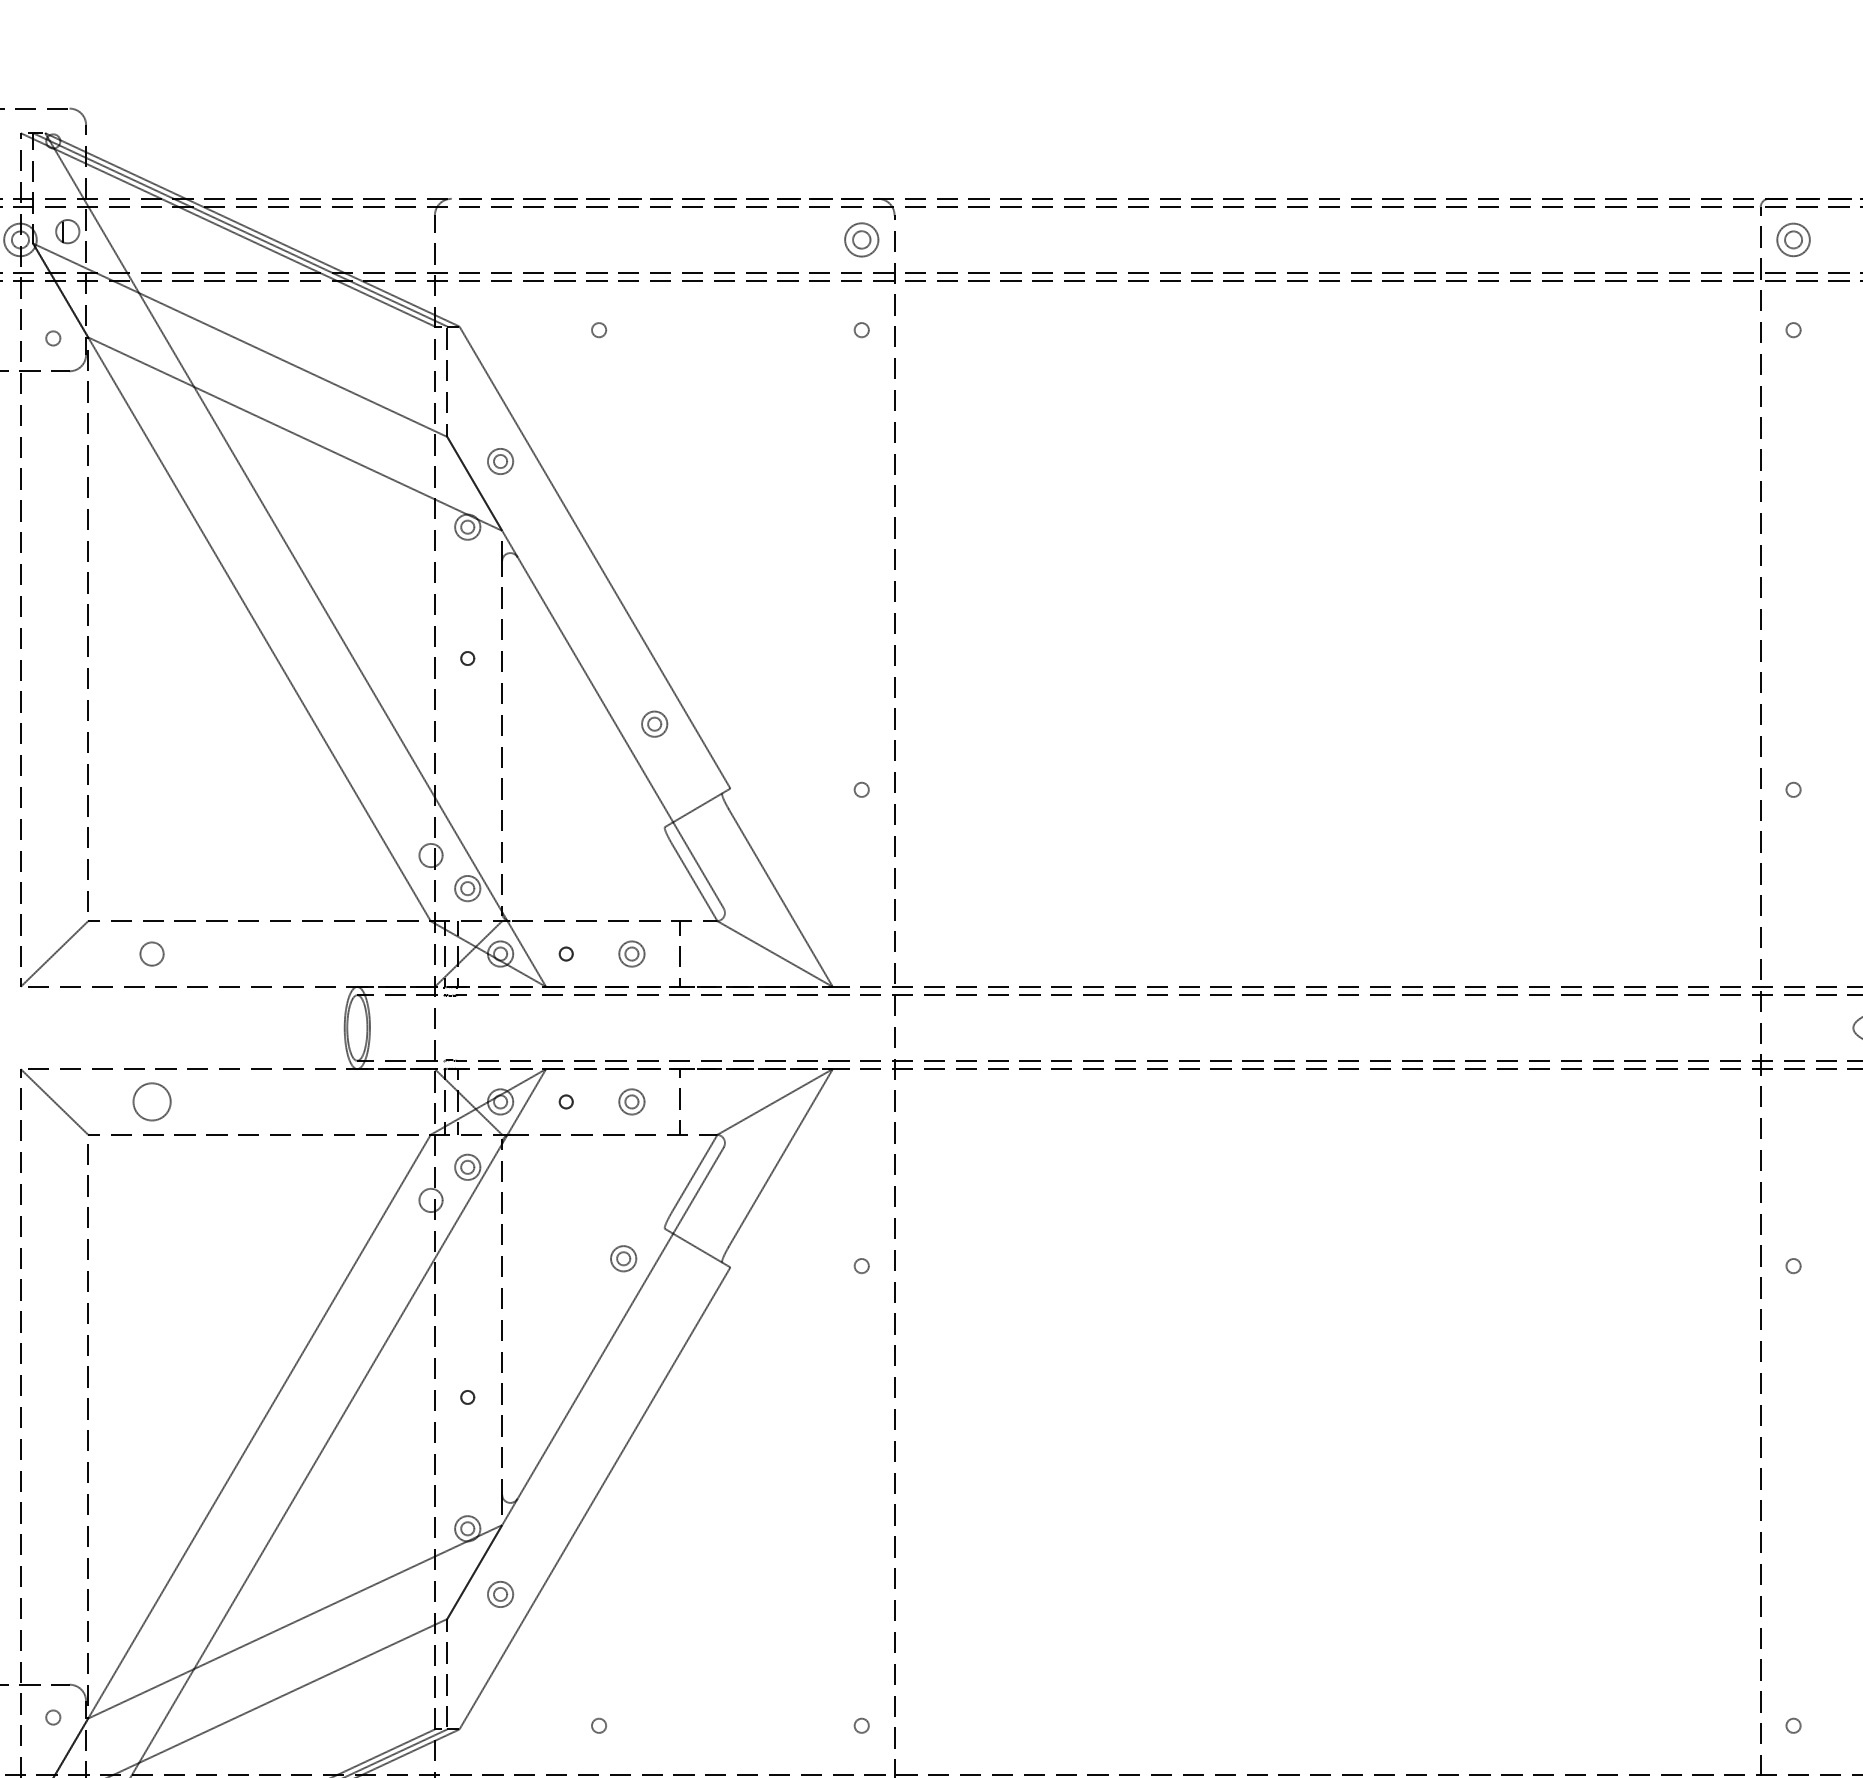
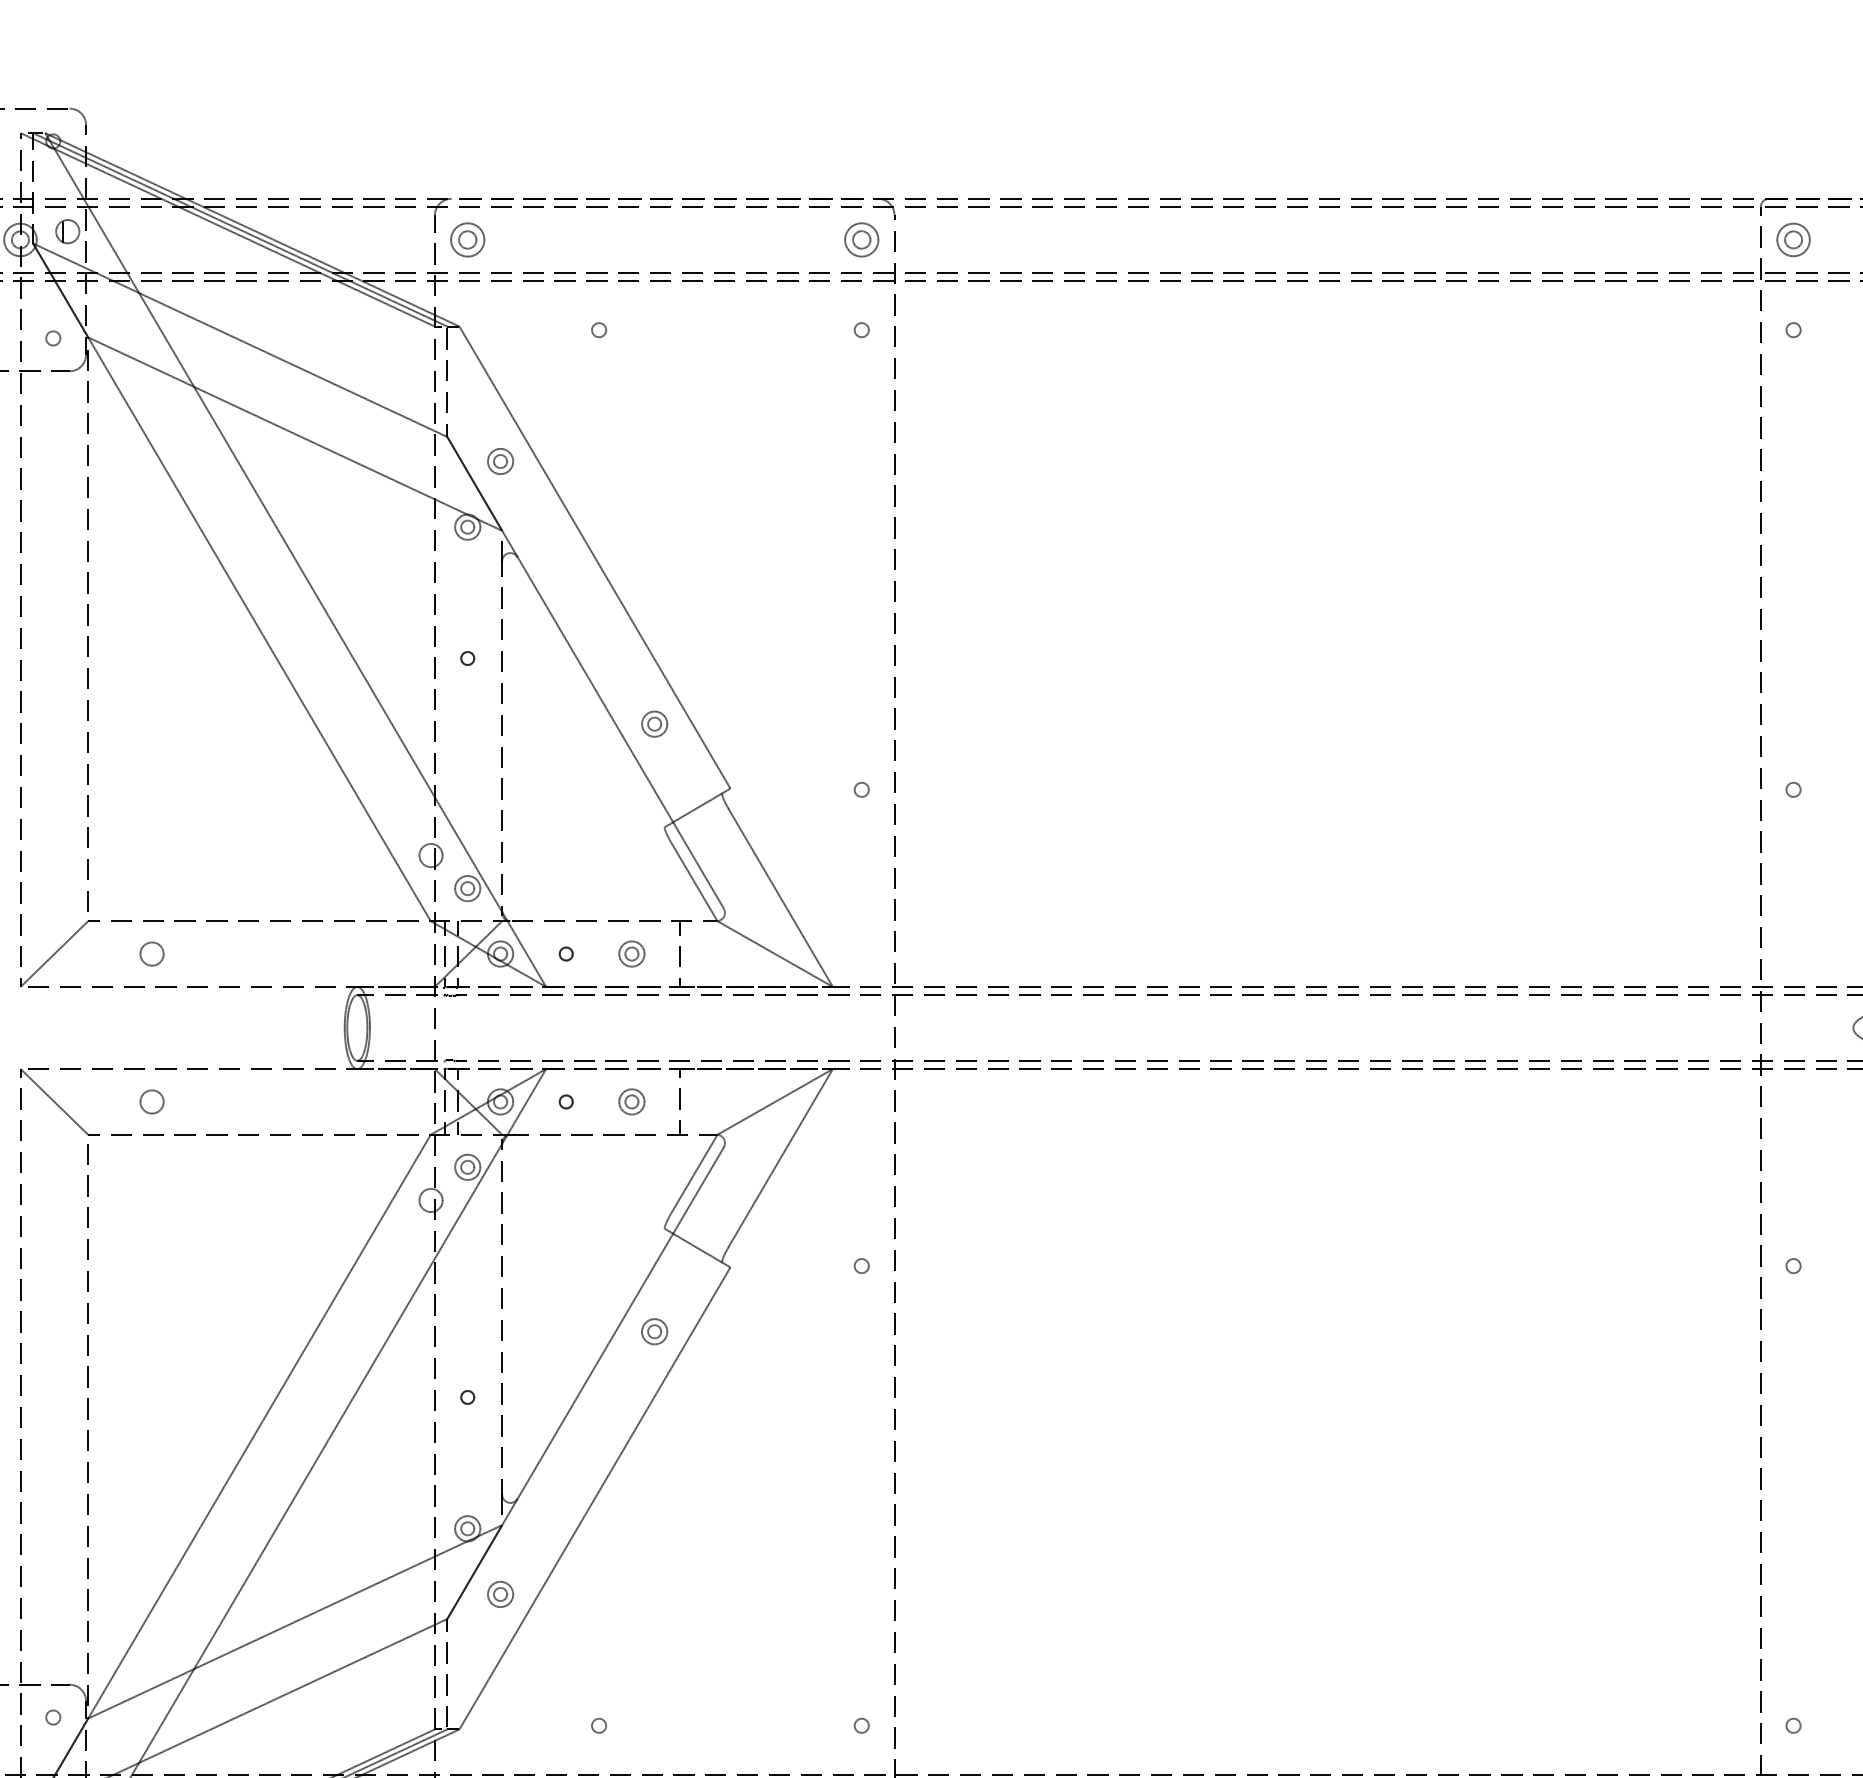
part at (467, 239): none -> present
circle at (151, 1101) size: 40x40 px -> 26x26 px
part at (623, 1258) position: (623, 1258) -> (654, 1331)
